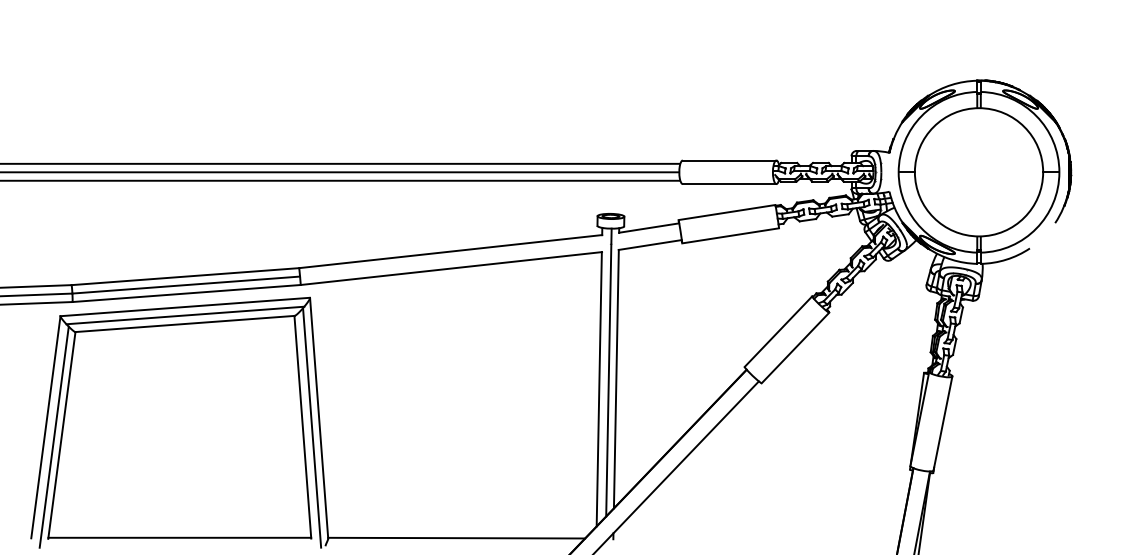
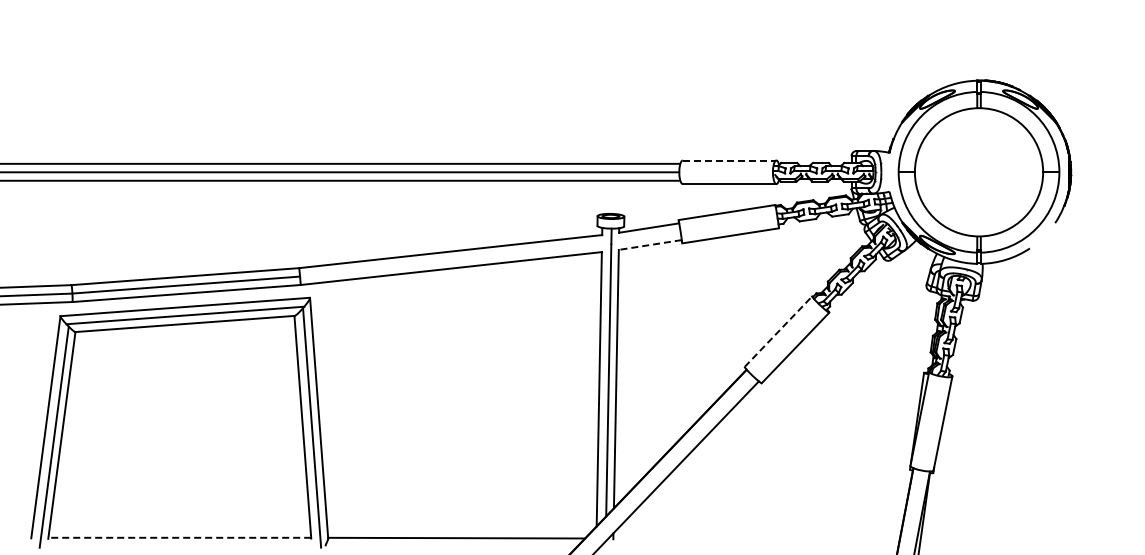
line at (729, 160): solid -> dashed
line at (650, 245): solid -> dashed
line at (778, 331): solid -> dashed
line at (179, 537): solid -> dashed
